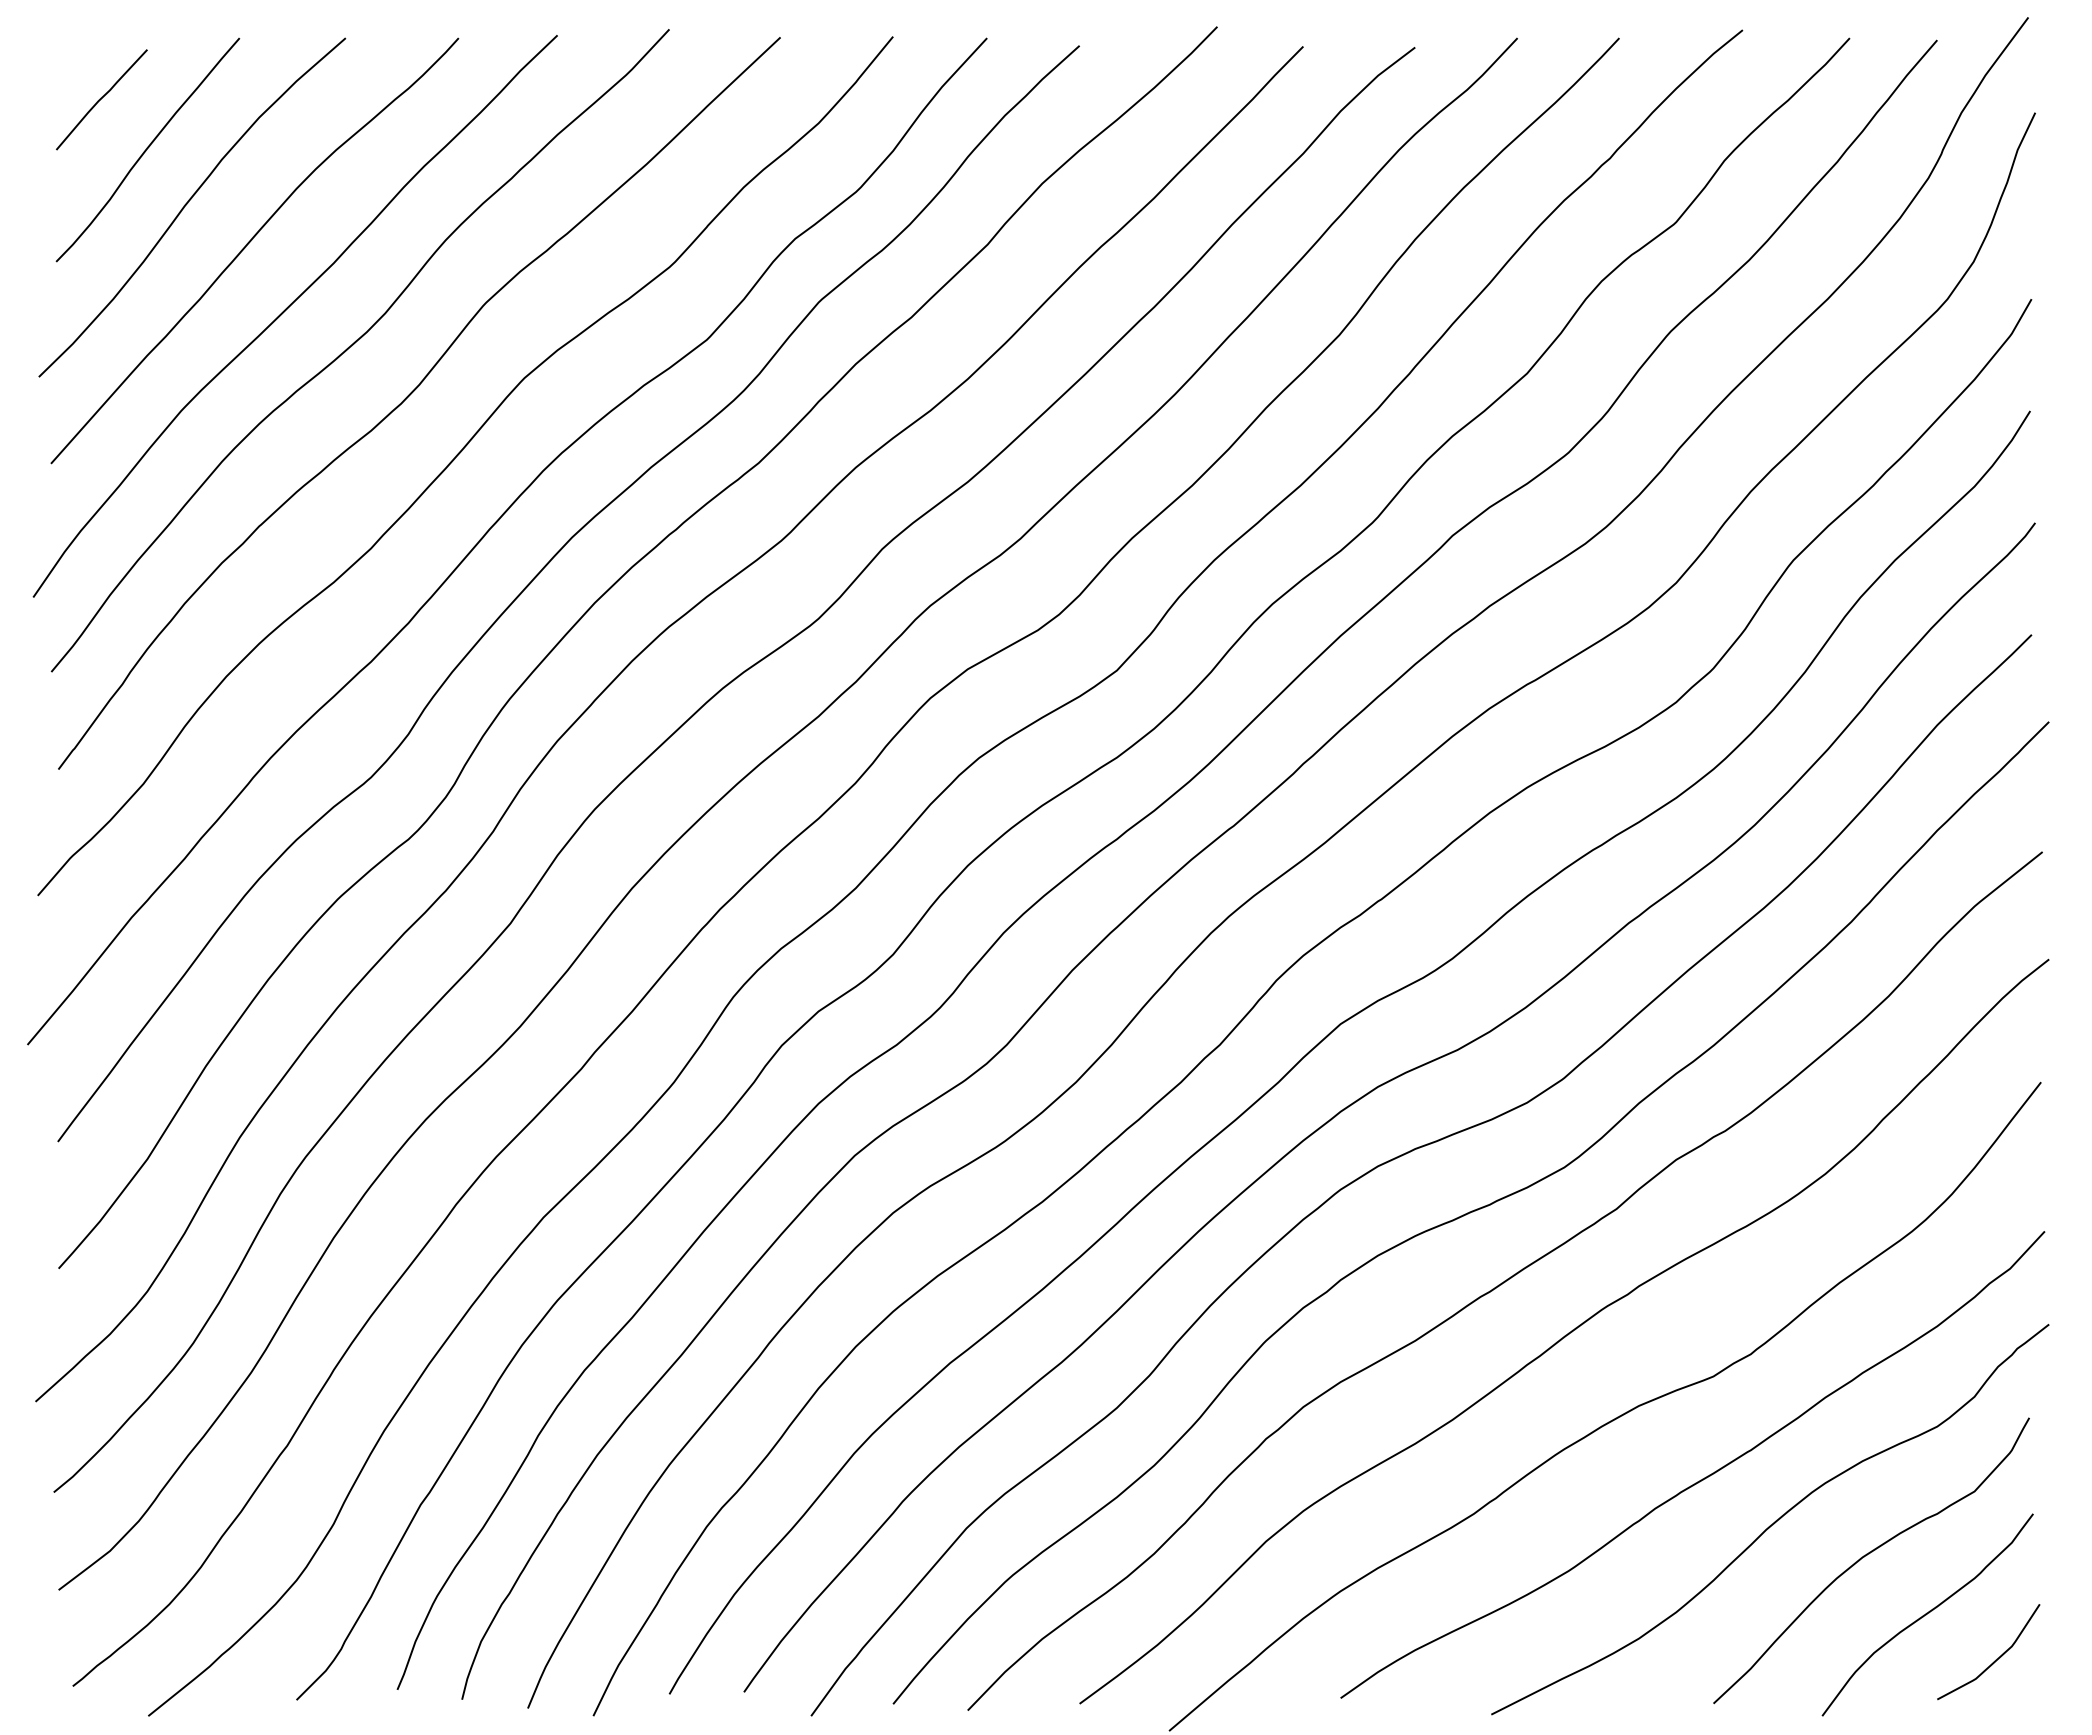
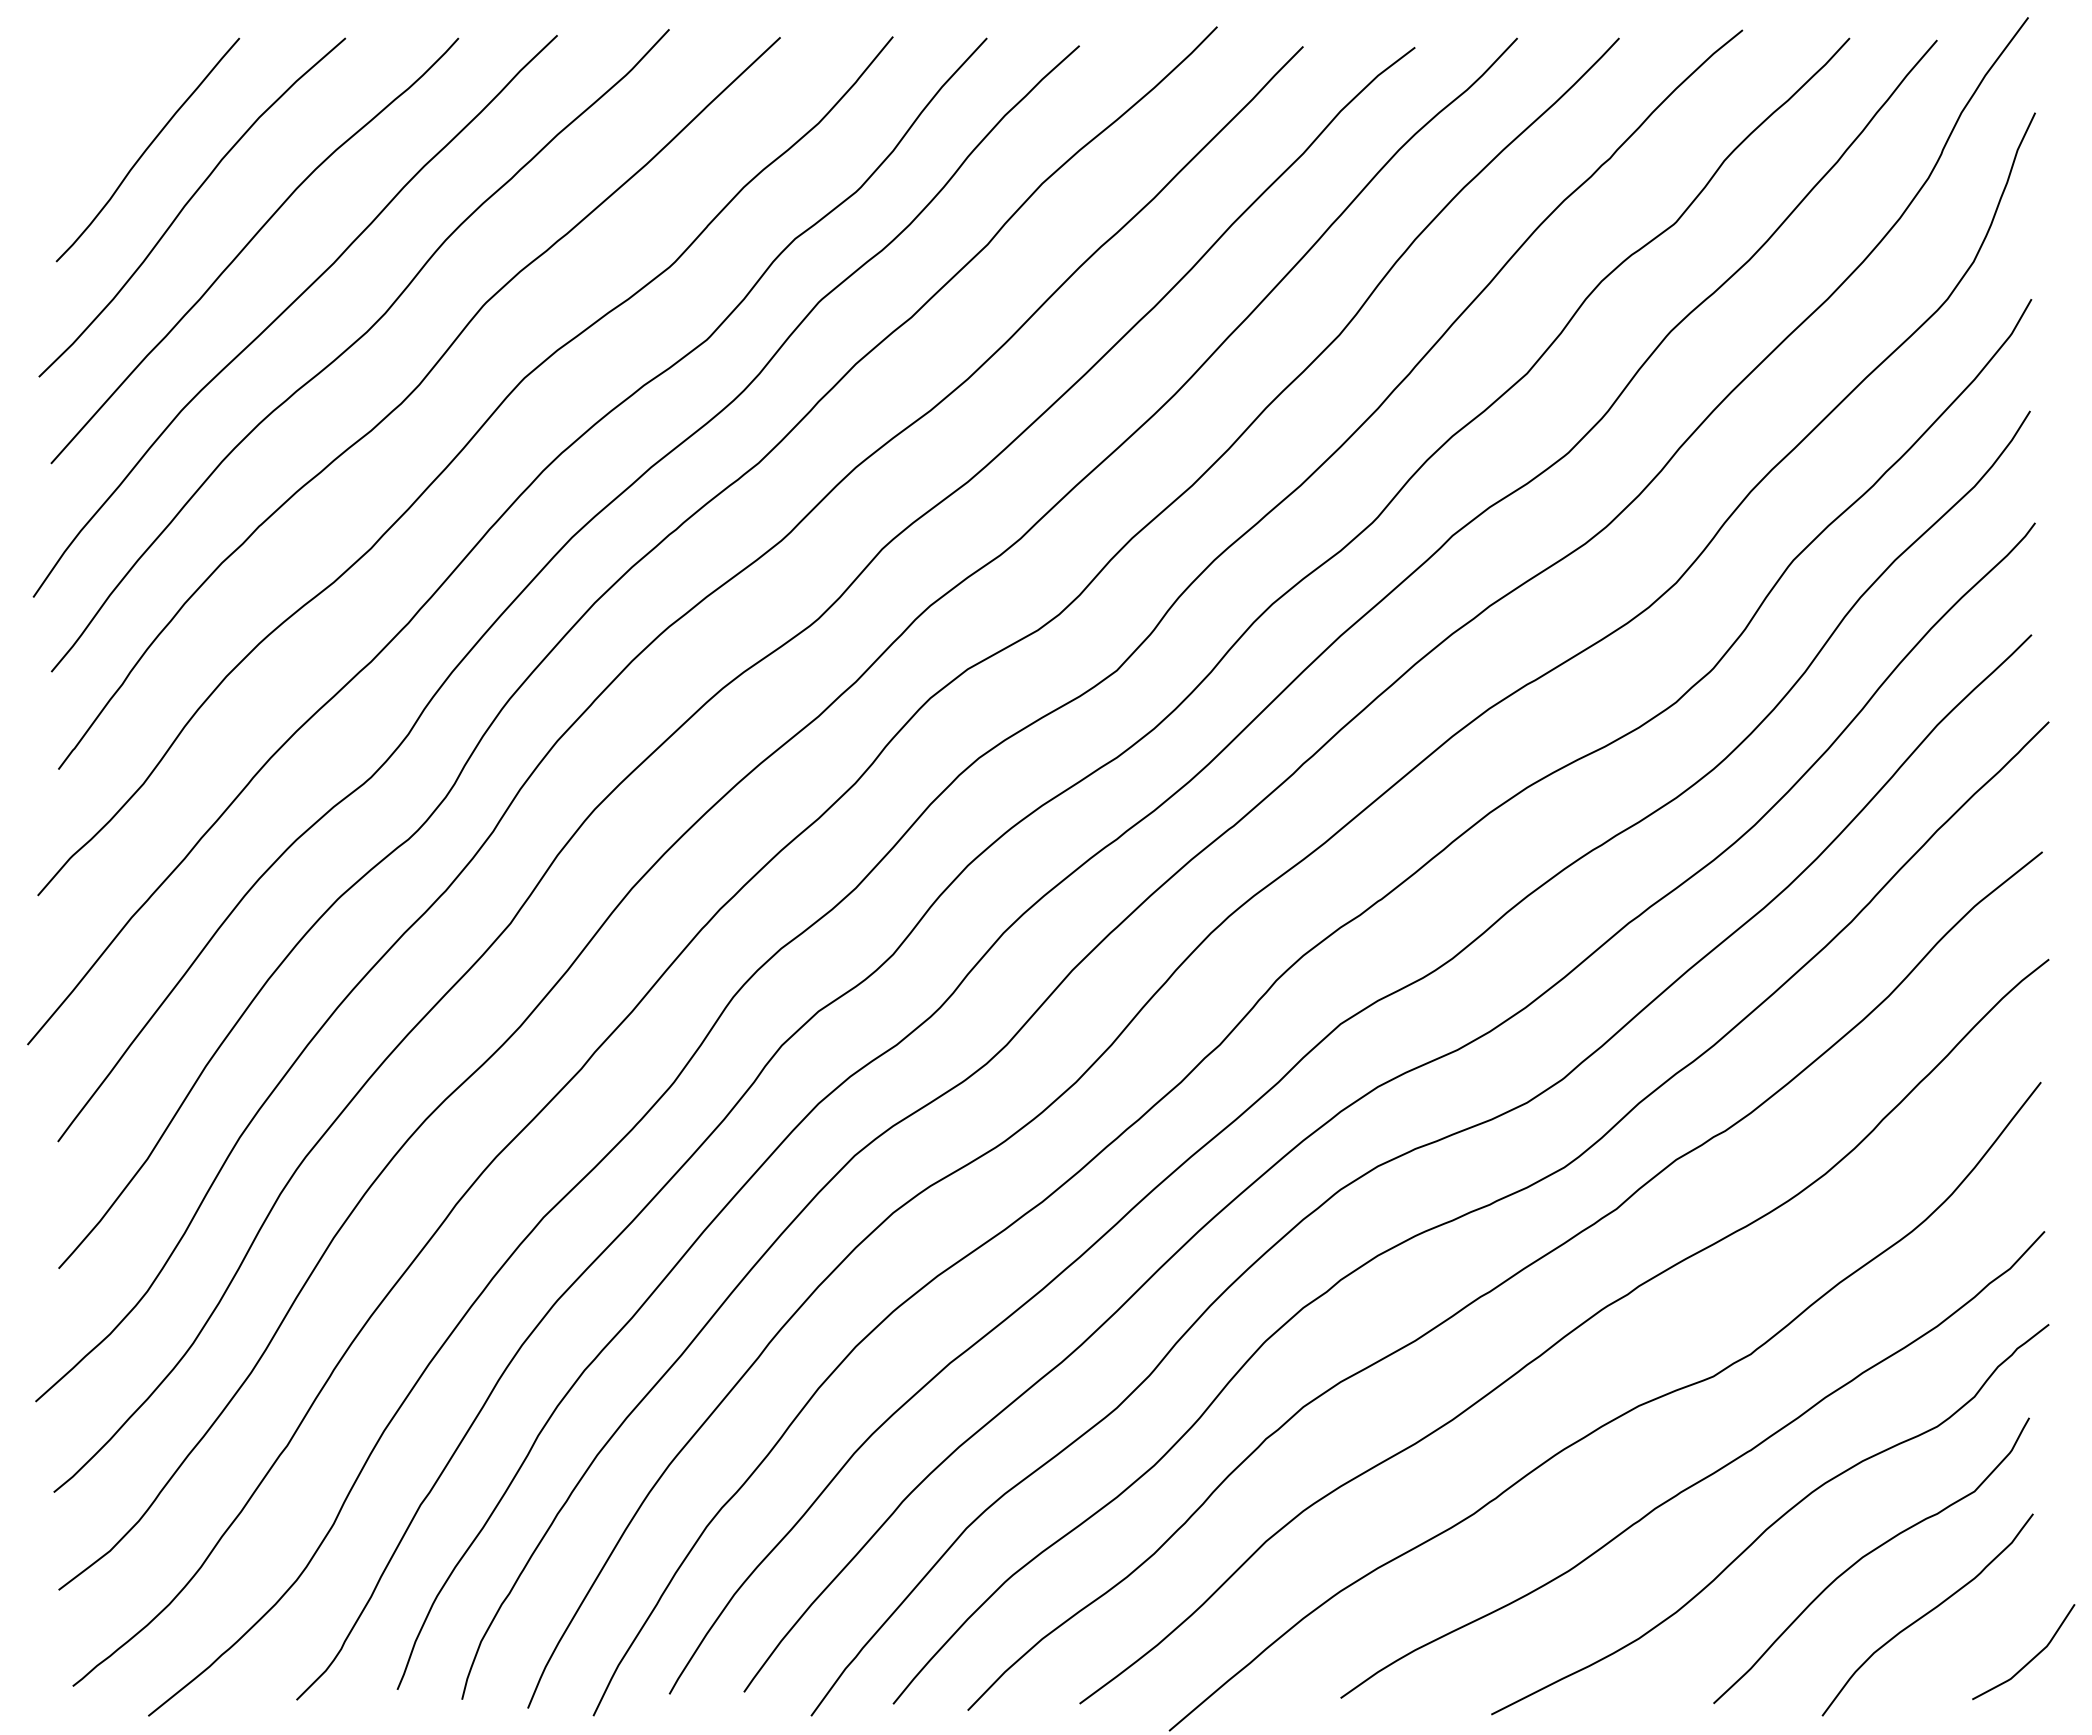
curve at (101, 99): present -> none
curve at (1995, 1659) position: (1995, 1659) -> (2030, 1659)
